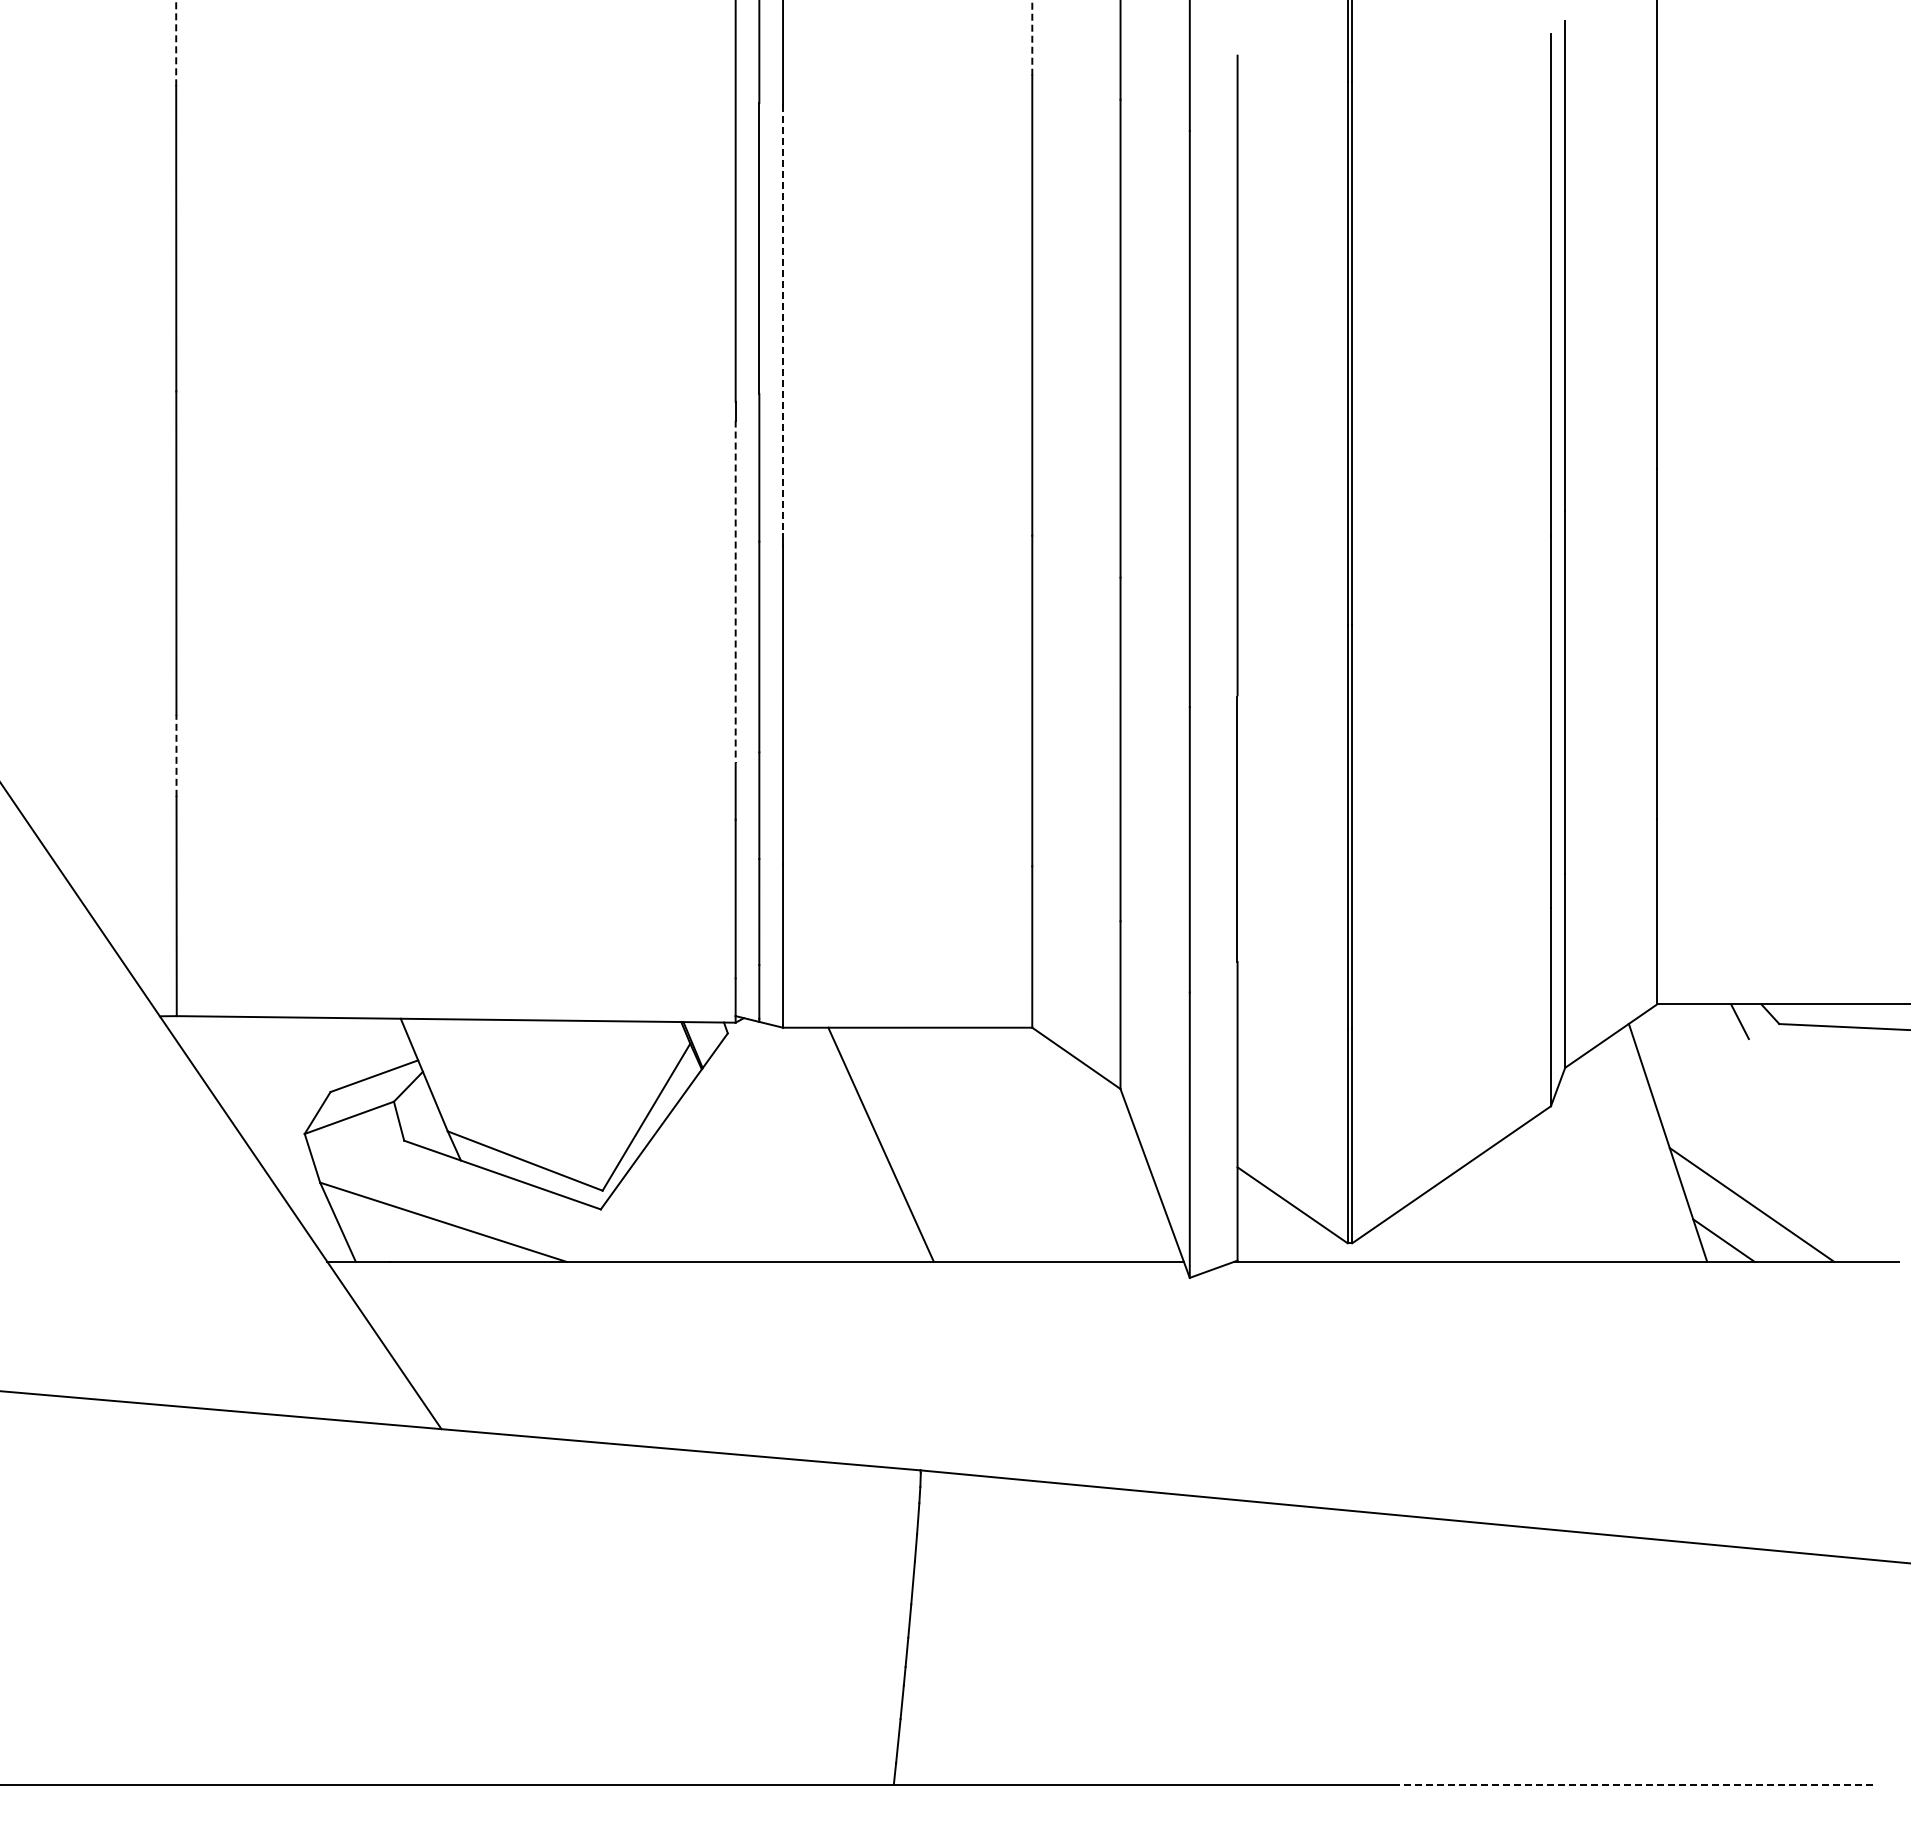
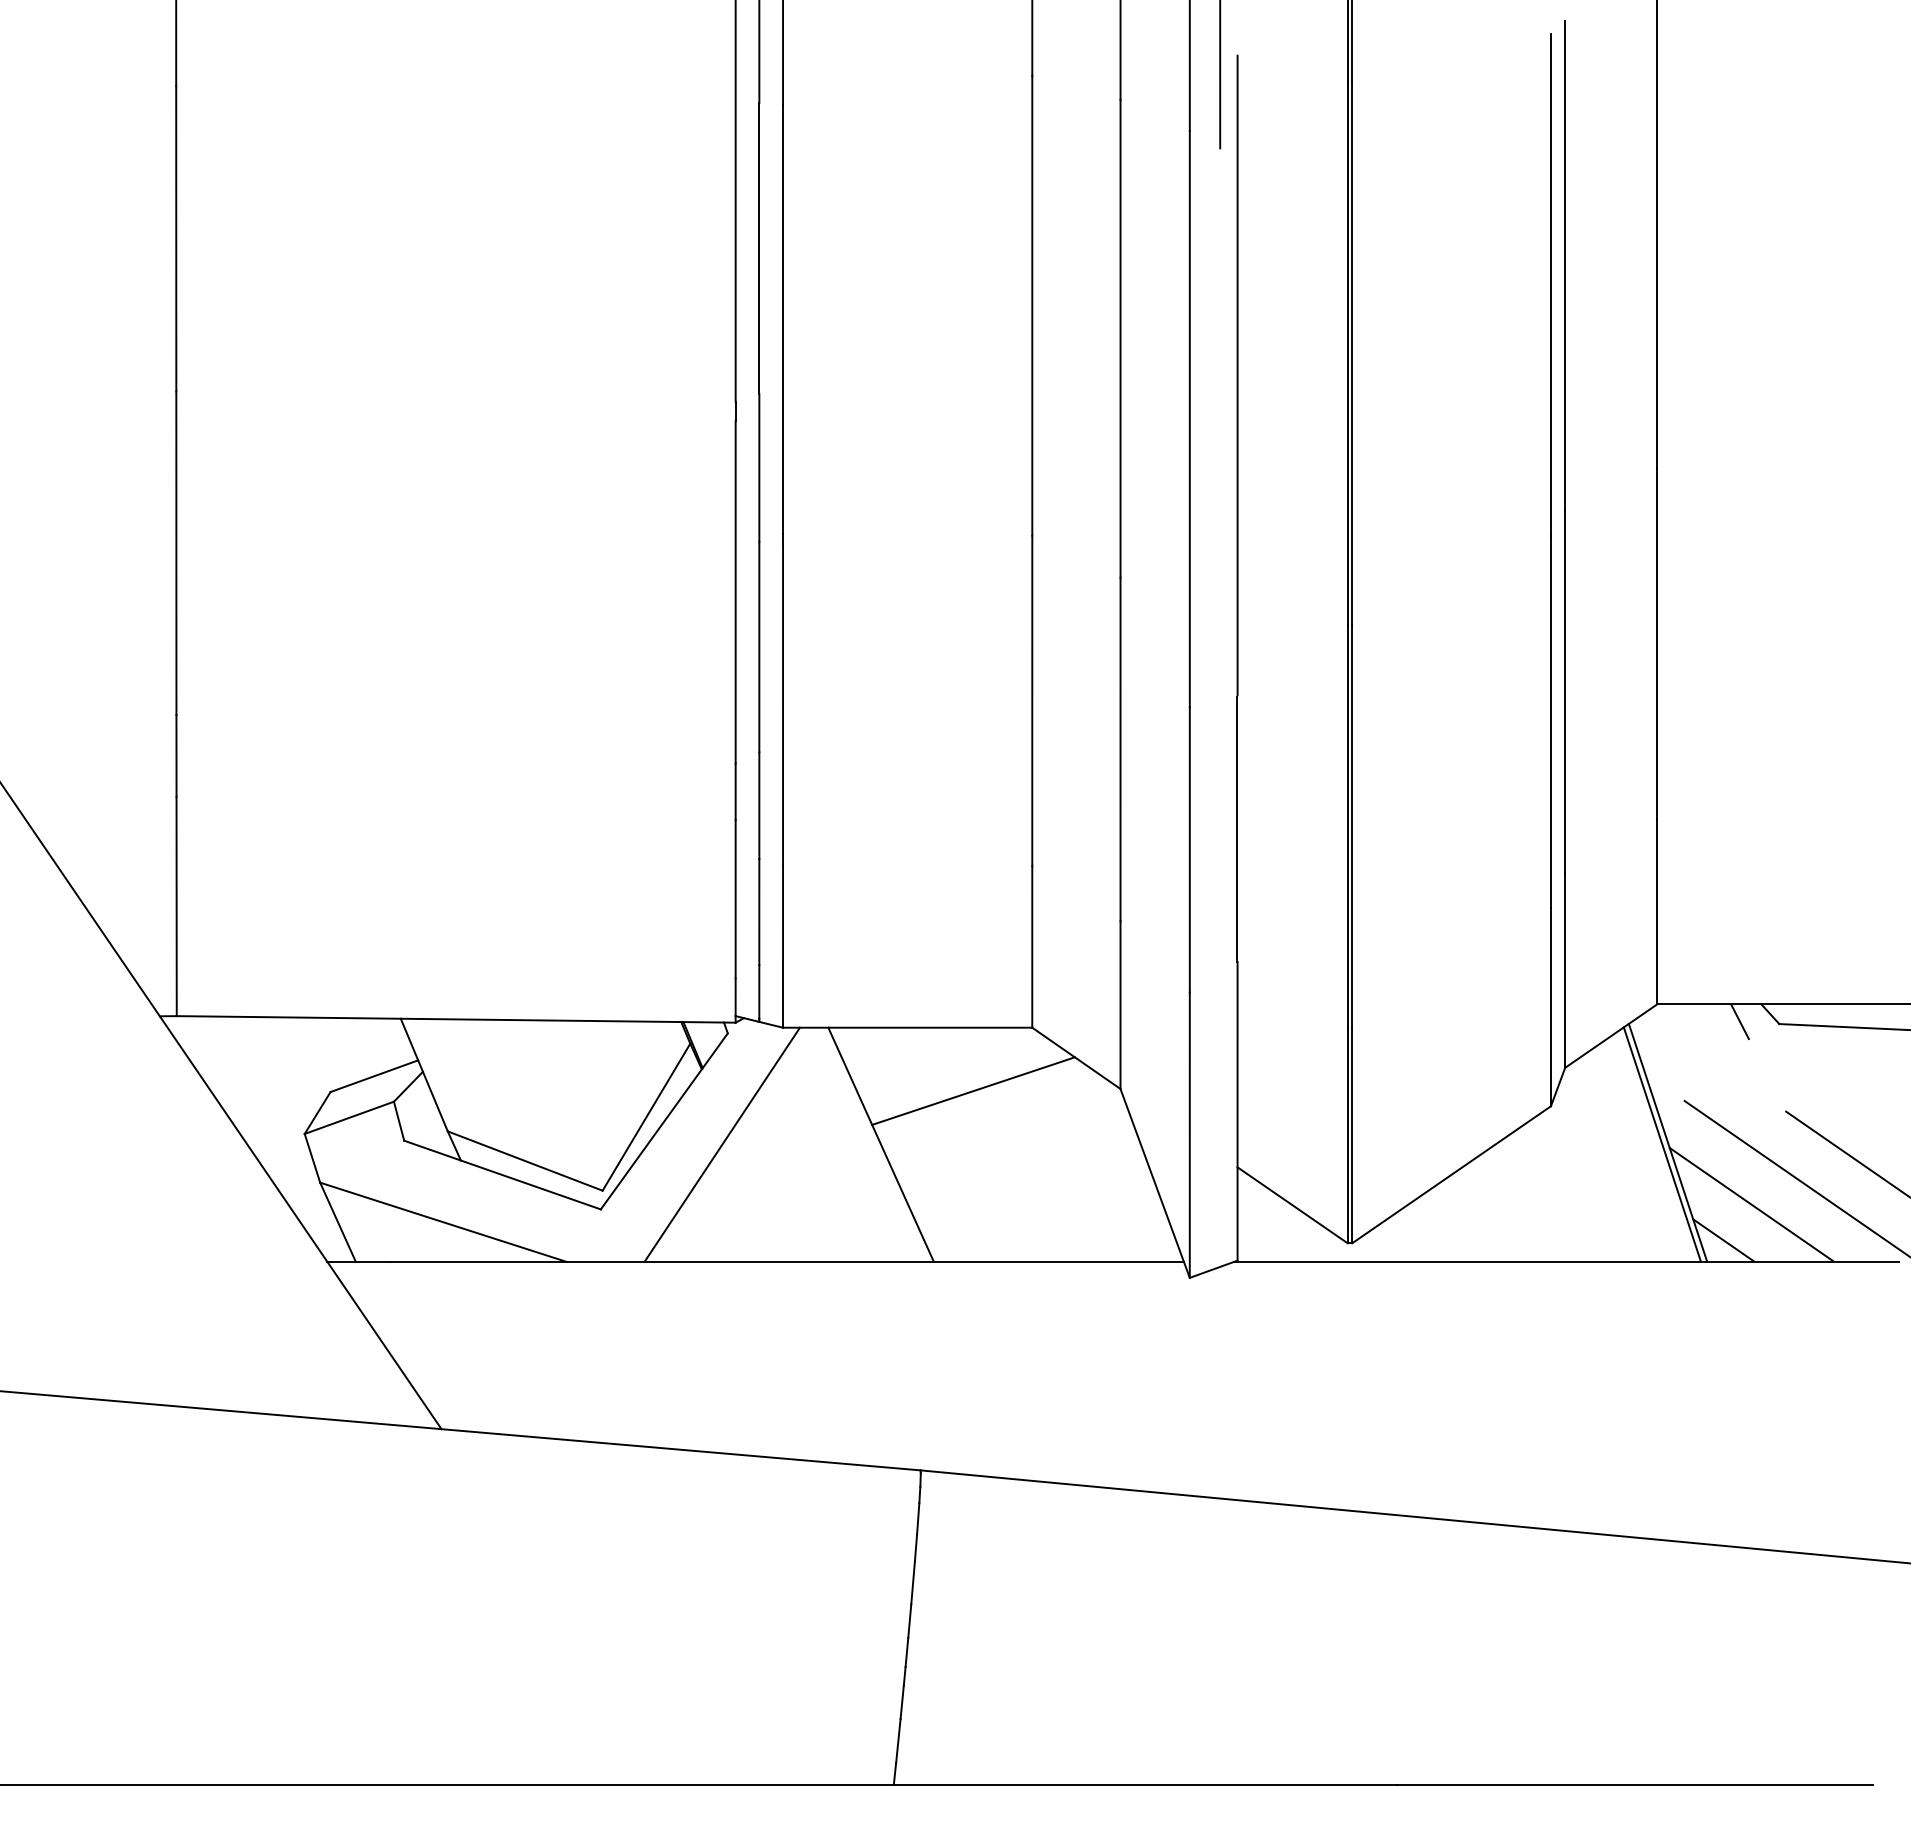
line at (1032, 37): dashed -> solid
line at (176, 43): dashed -> solid
line at (1220, 75): none -> present
line at (783, 319): dashed -> solid
line at (735, 592): dashed -> solid
line at (176, 755): dashed -> solid
line at (973, 1090): none -> present
line at (721, 1144): none -> present
line at (1662, 1144): none -> present
line at (1846, 1153): none -> present
line at (1795, 1177): none -> present
line at (1635, 1784): dashed -> solid
